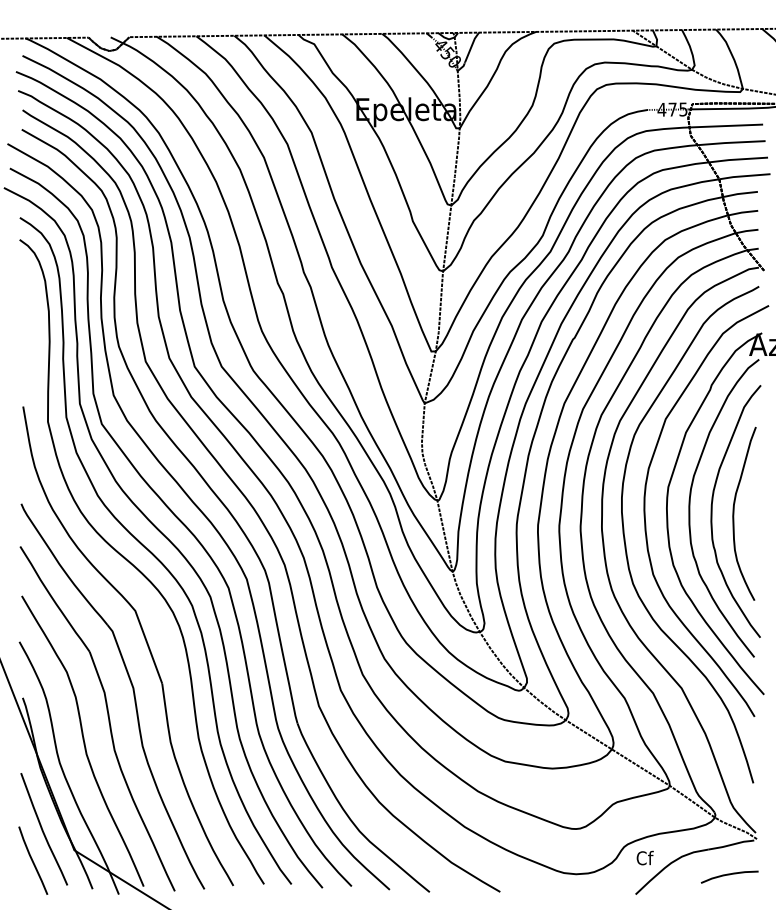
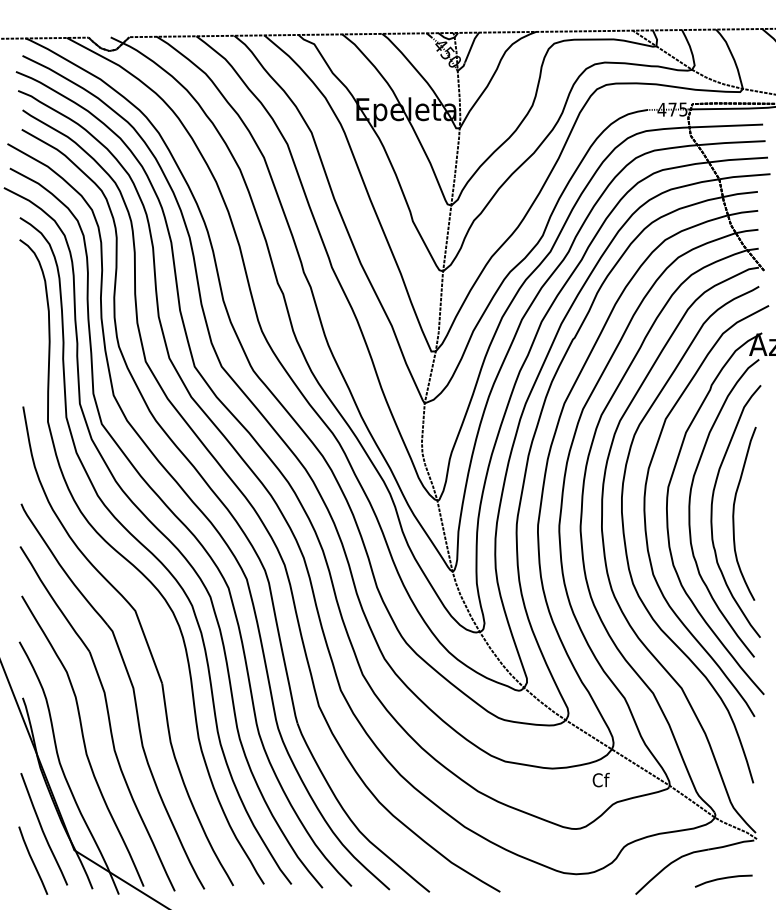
text at (644, 857) position: (644, 857) -> (600, 779)
curve at (729, 875) position: (729, 875) -> (723, 879)
